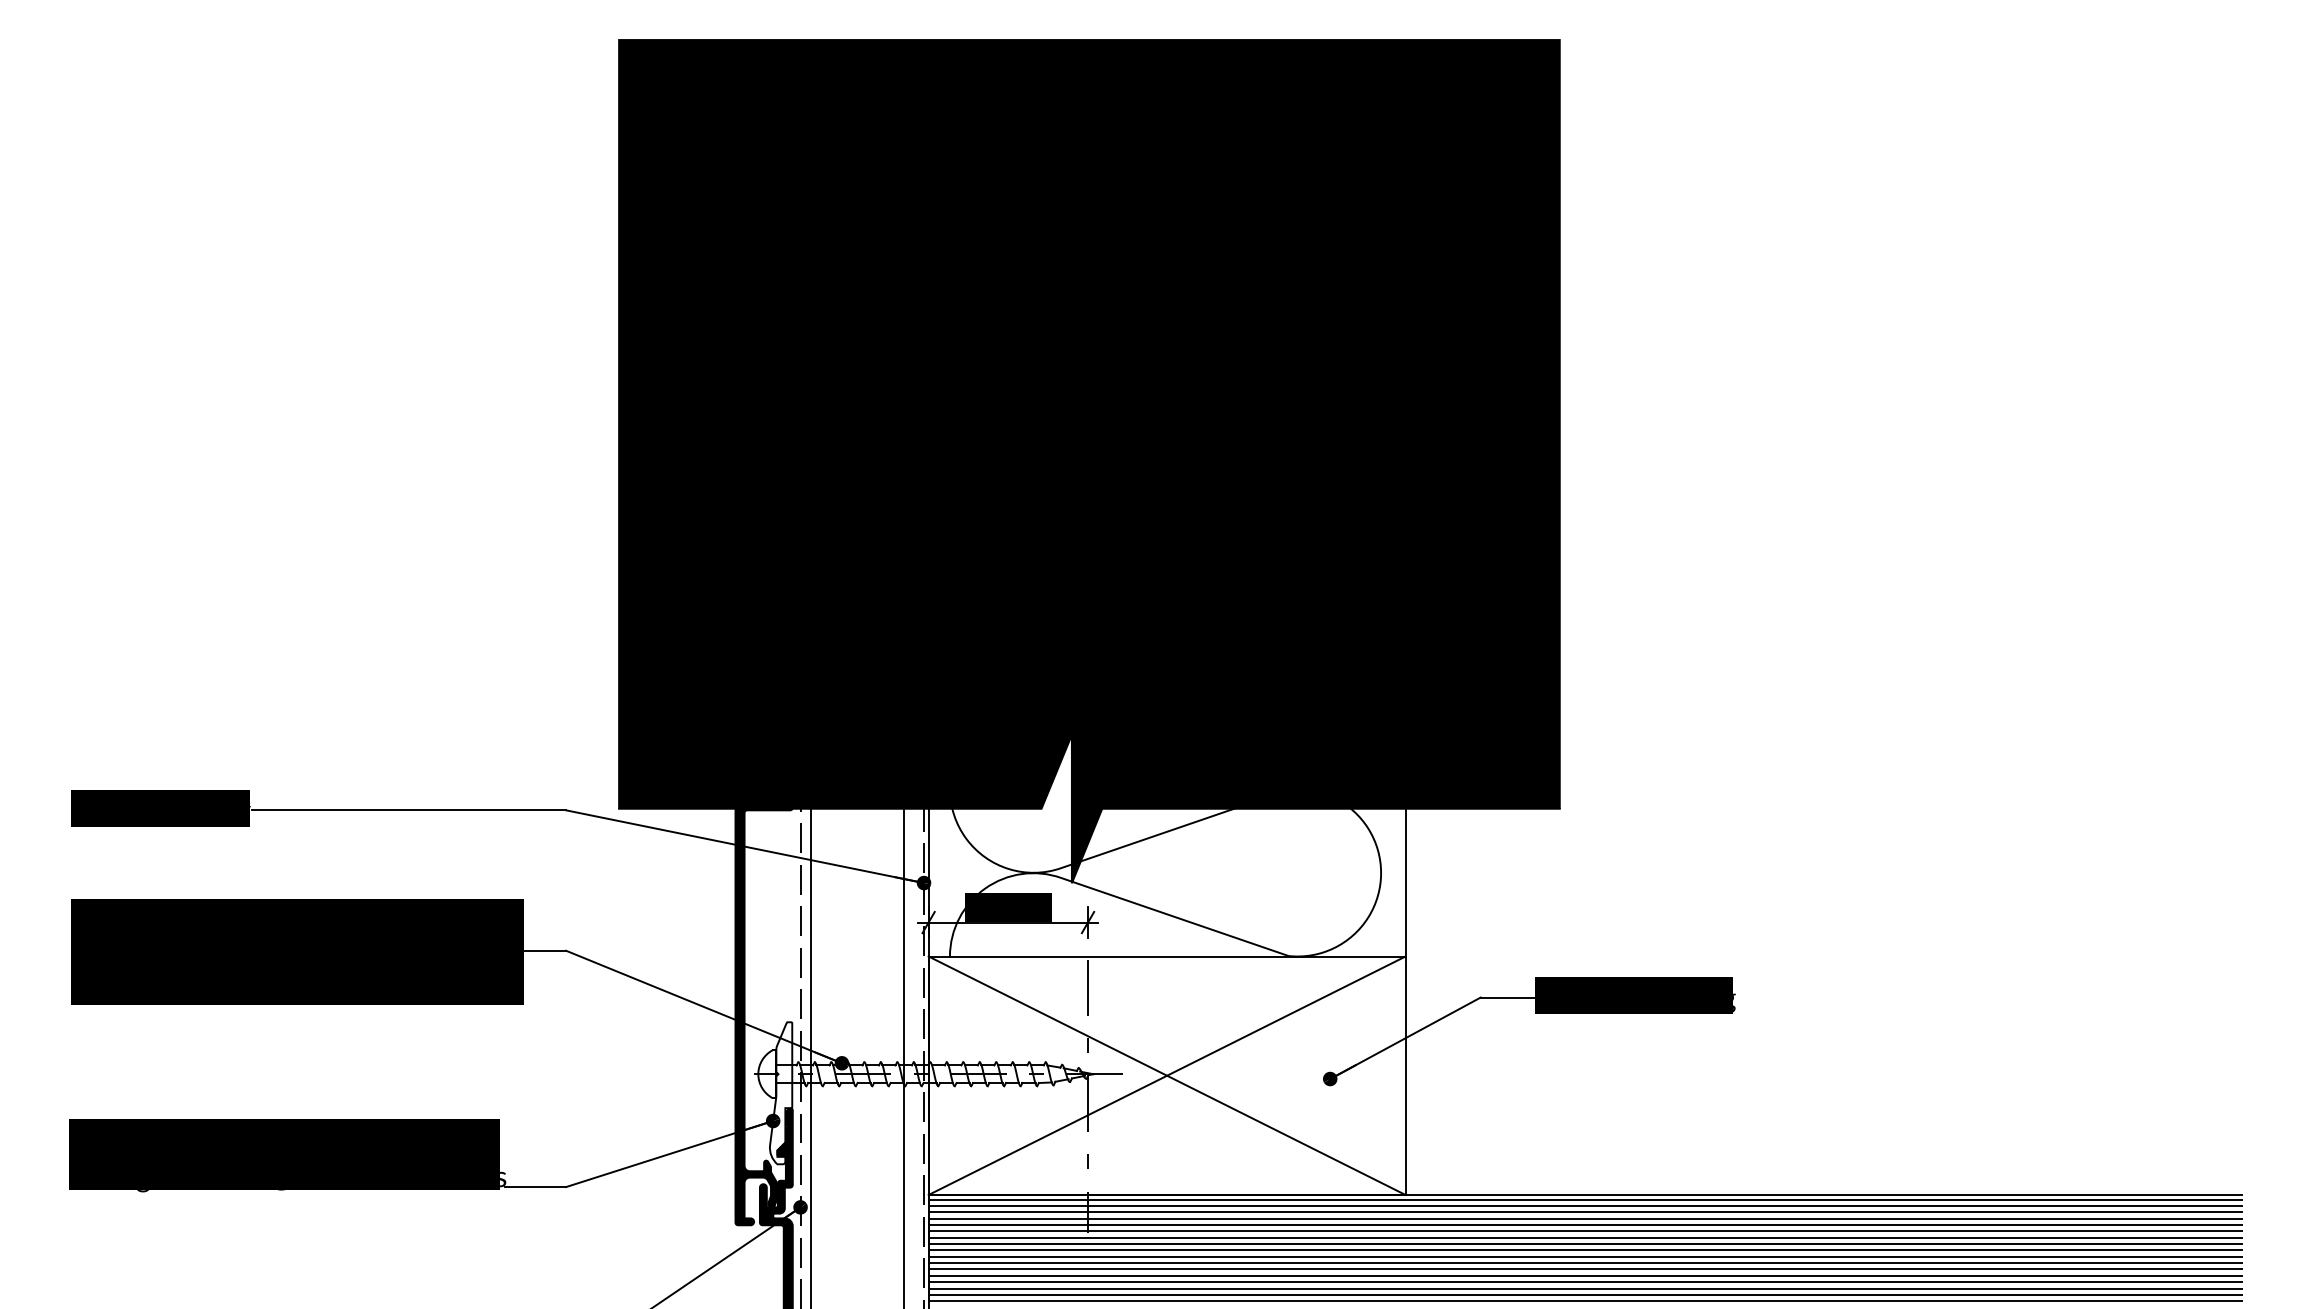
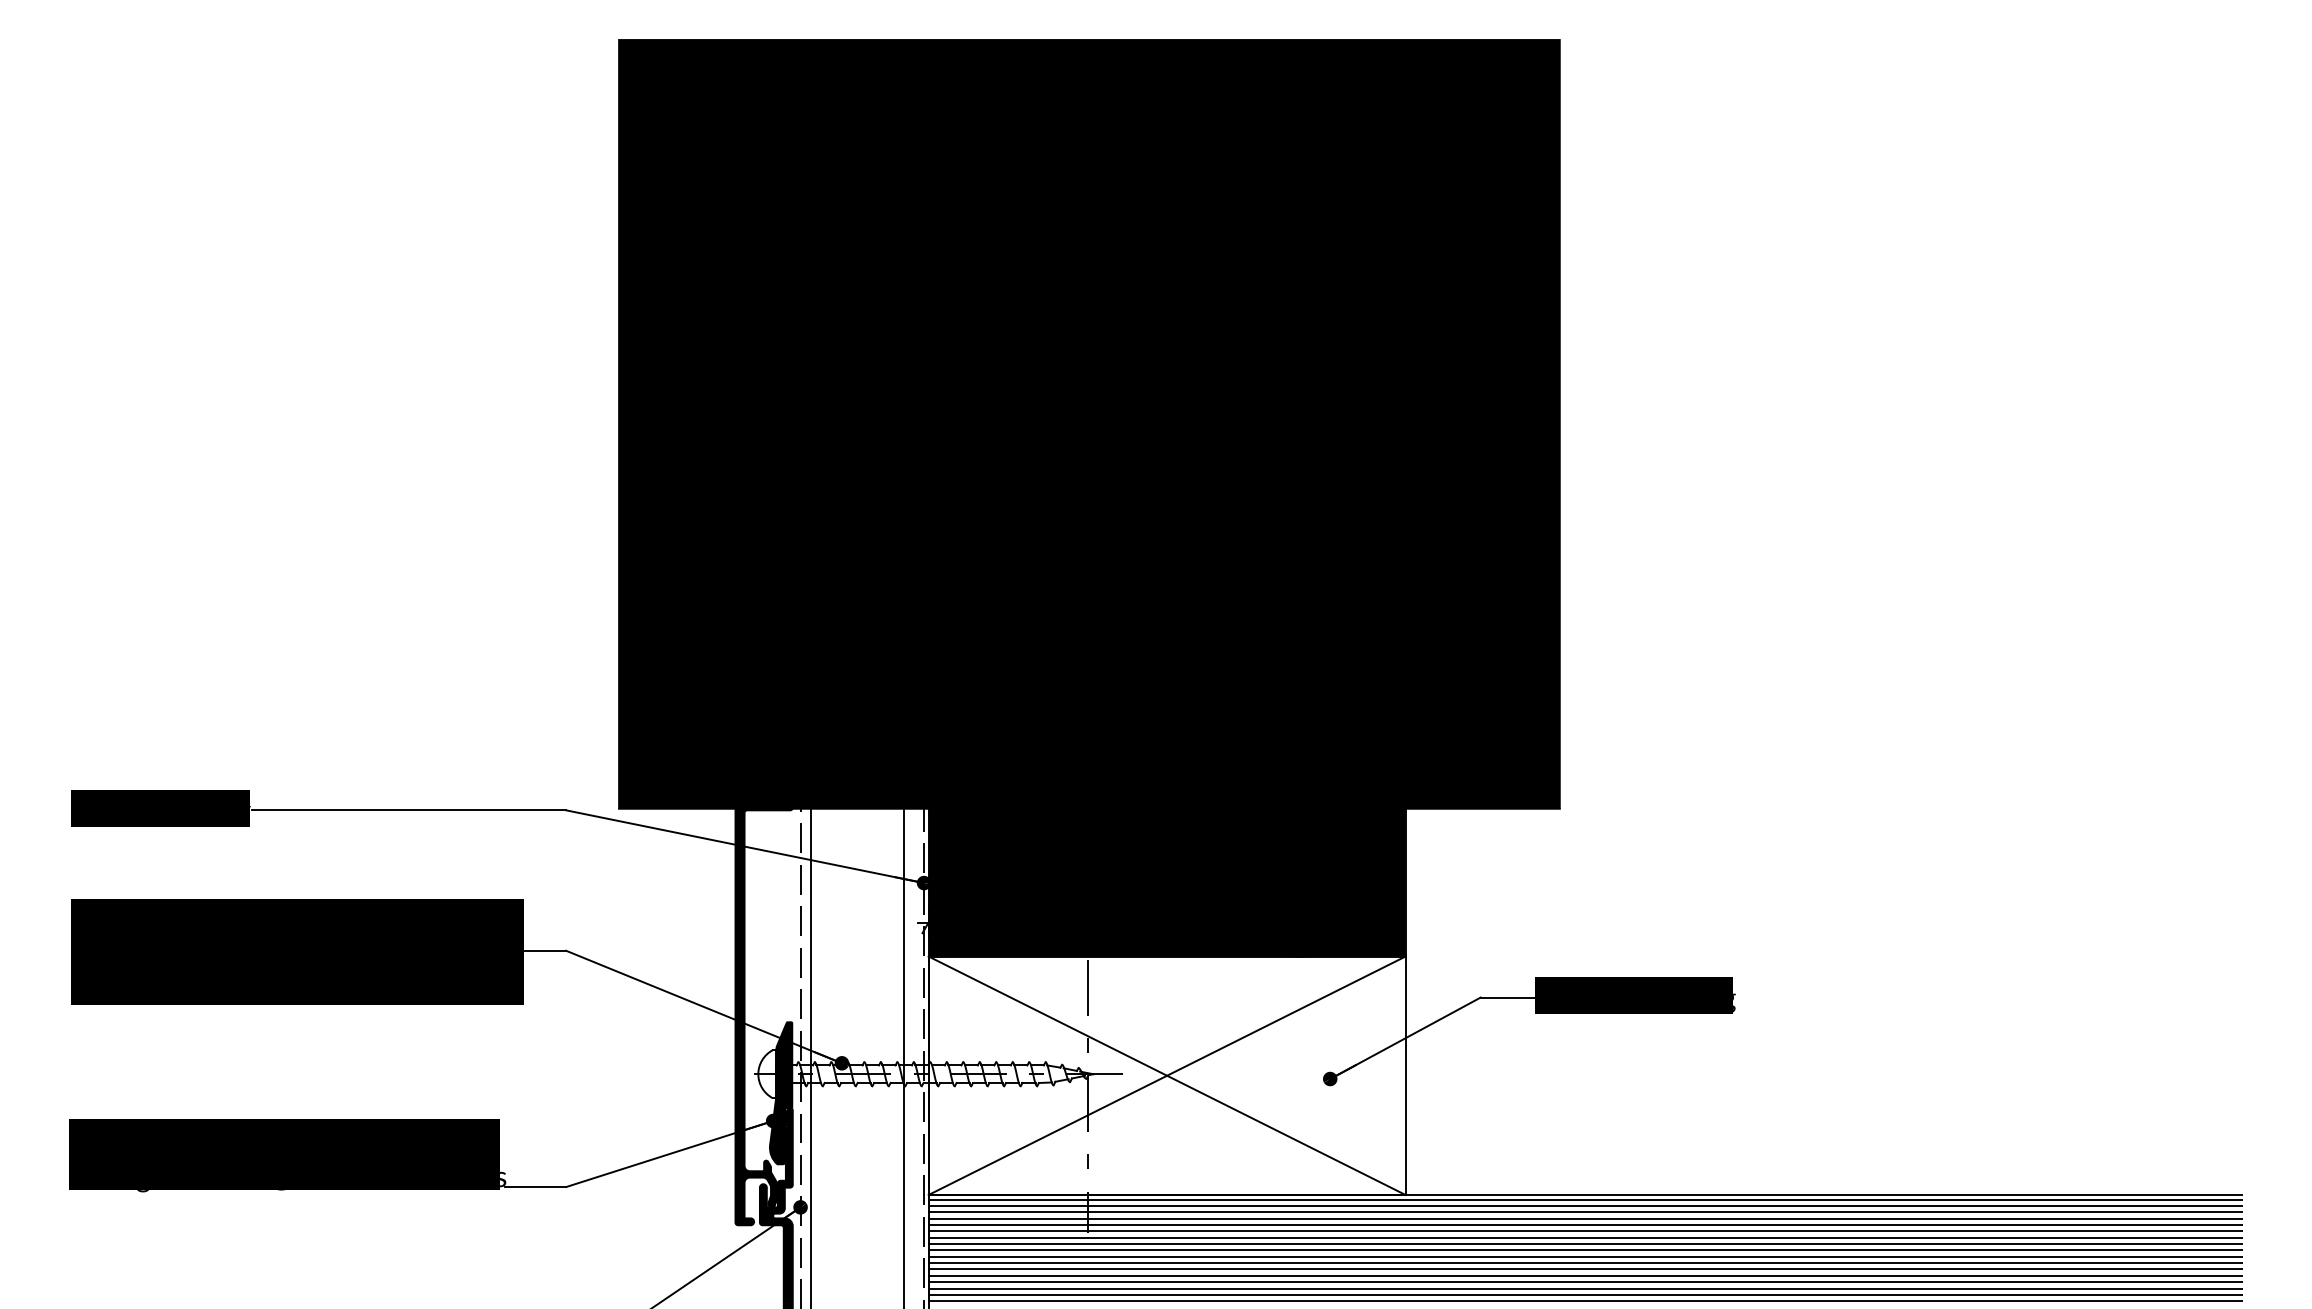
fill at (1166, 845): none -> present
fill at (780, 1093): none -> present
